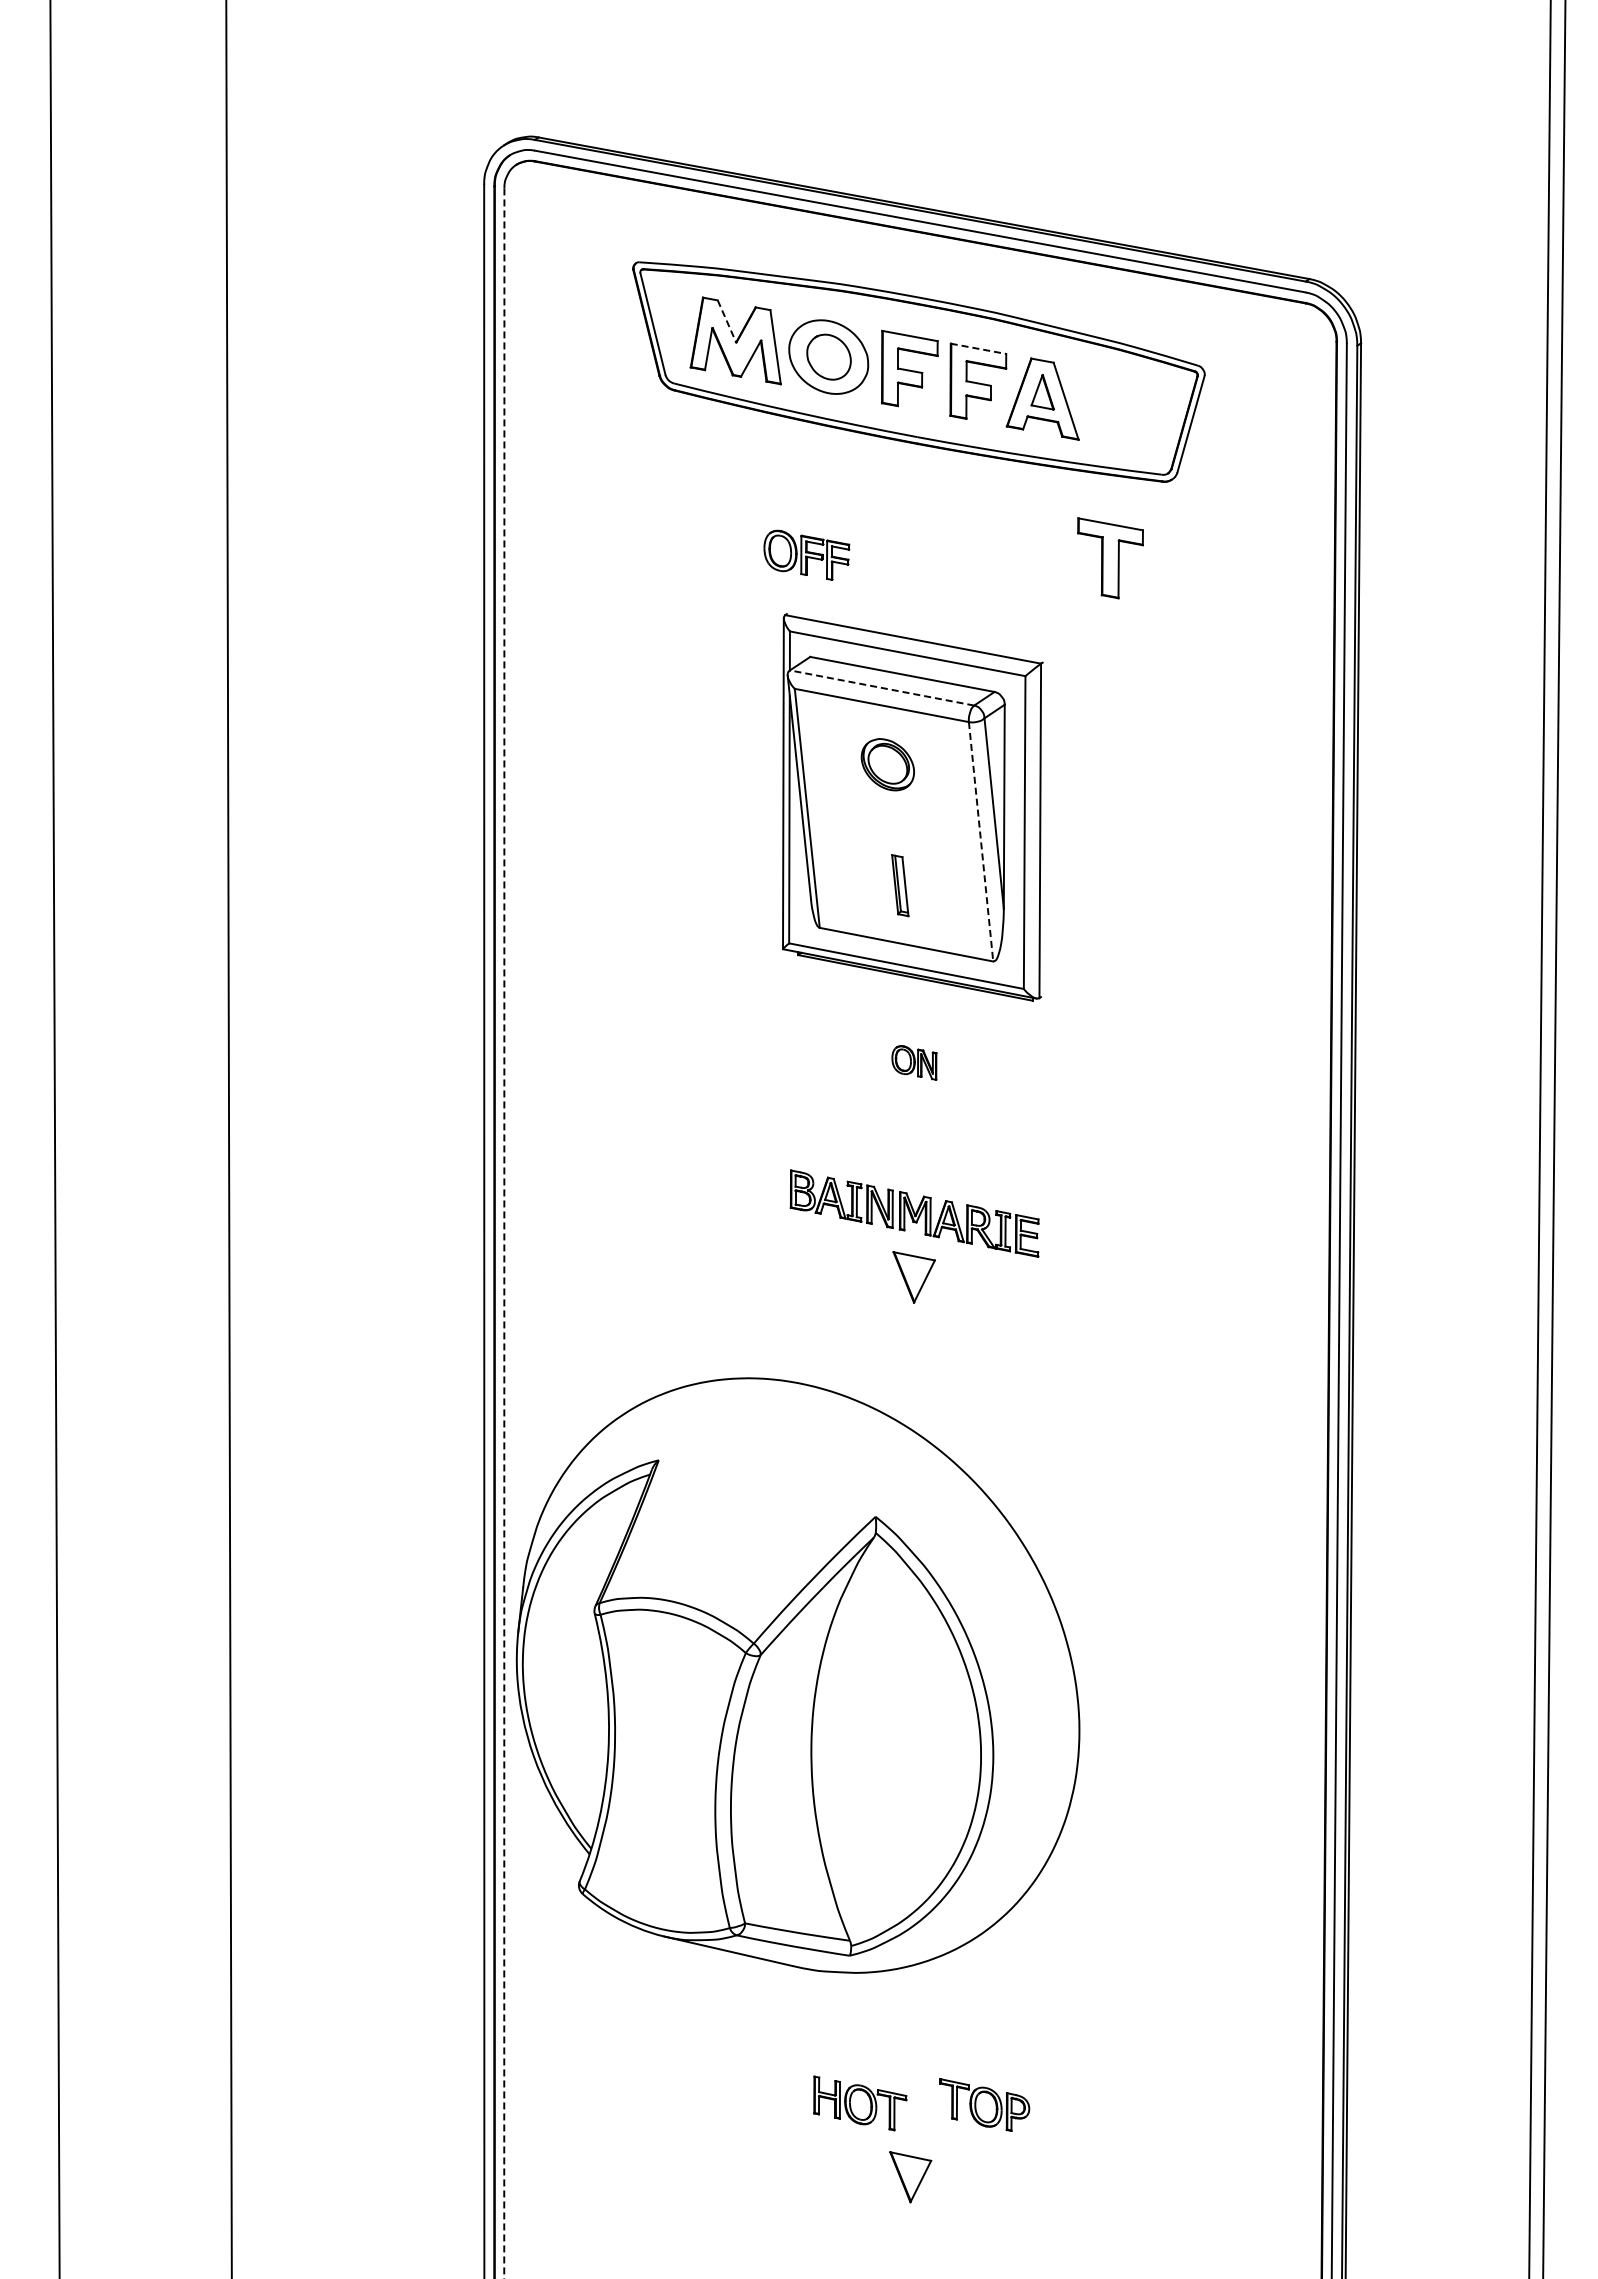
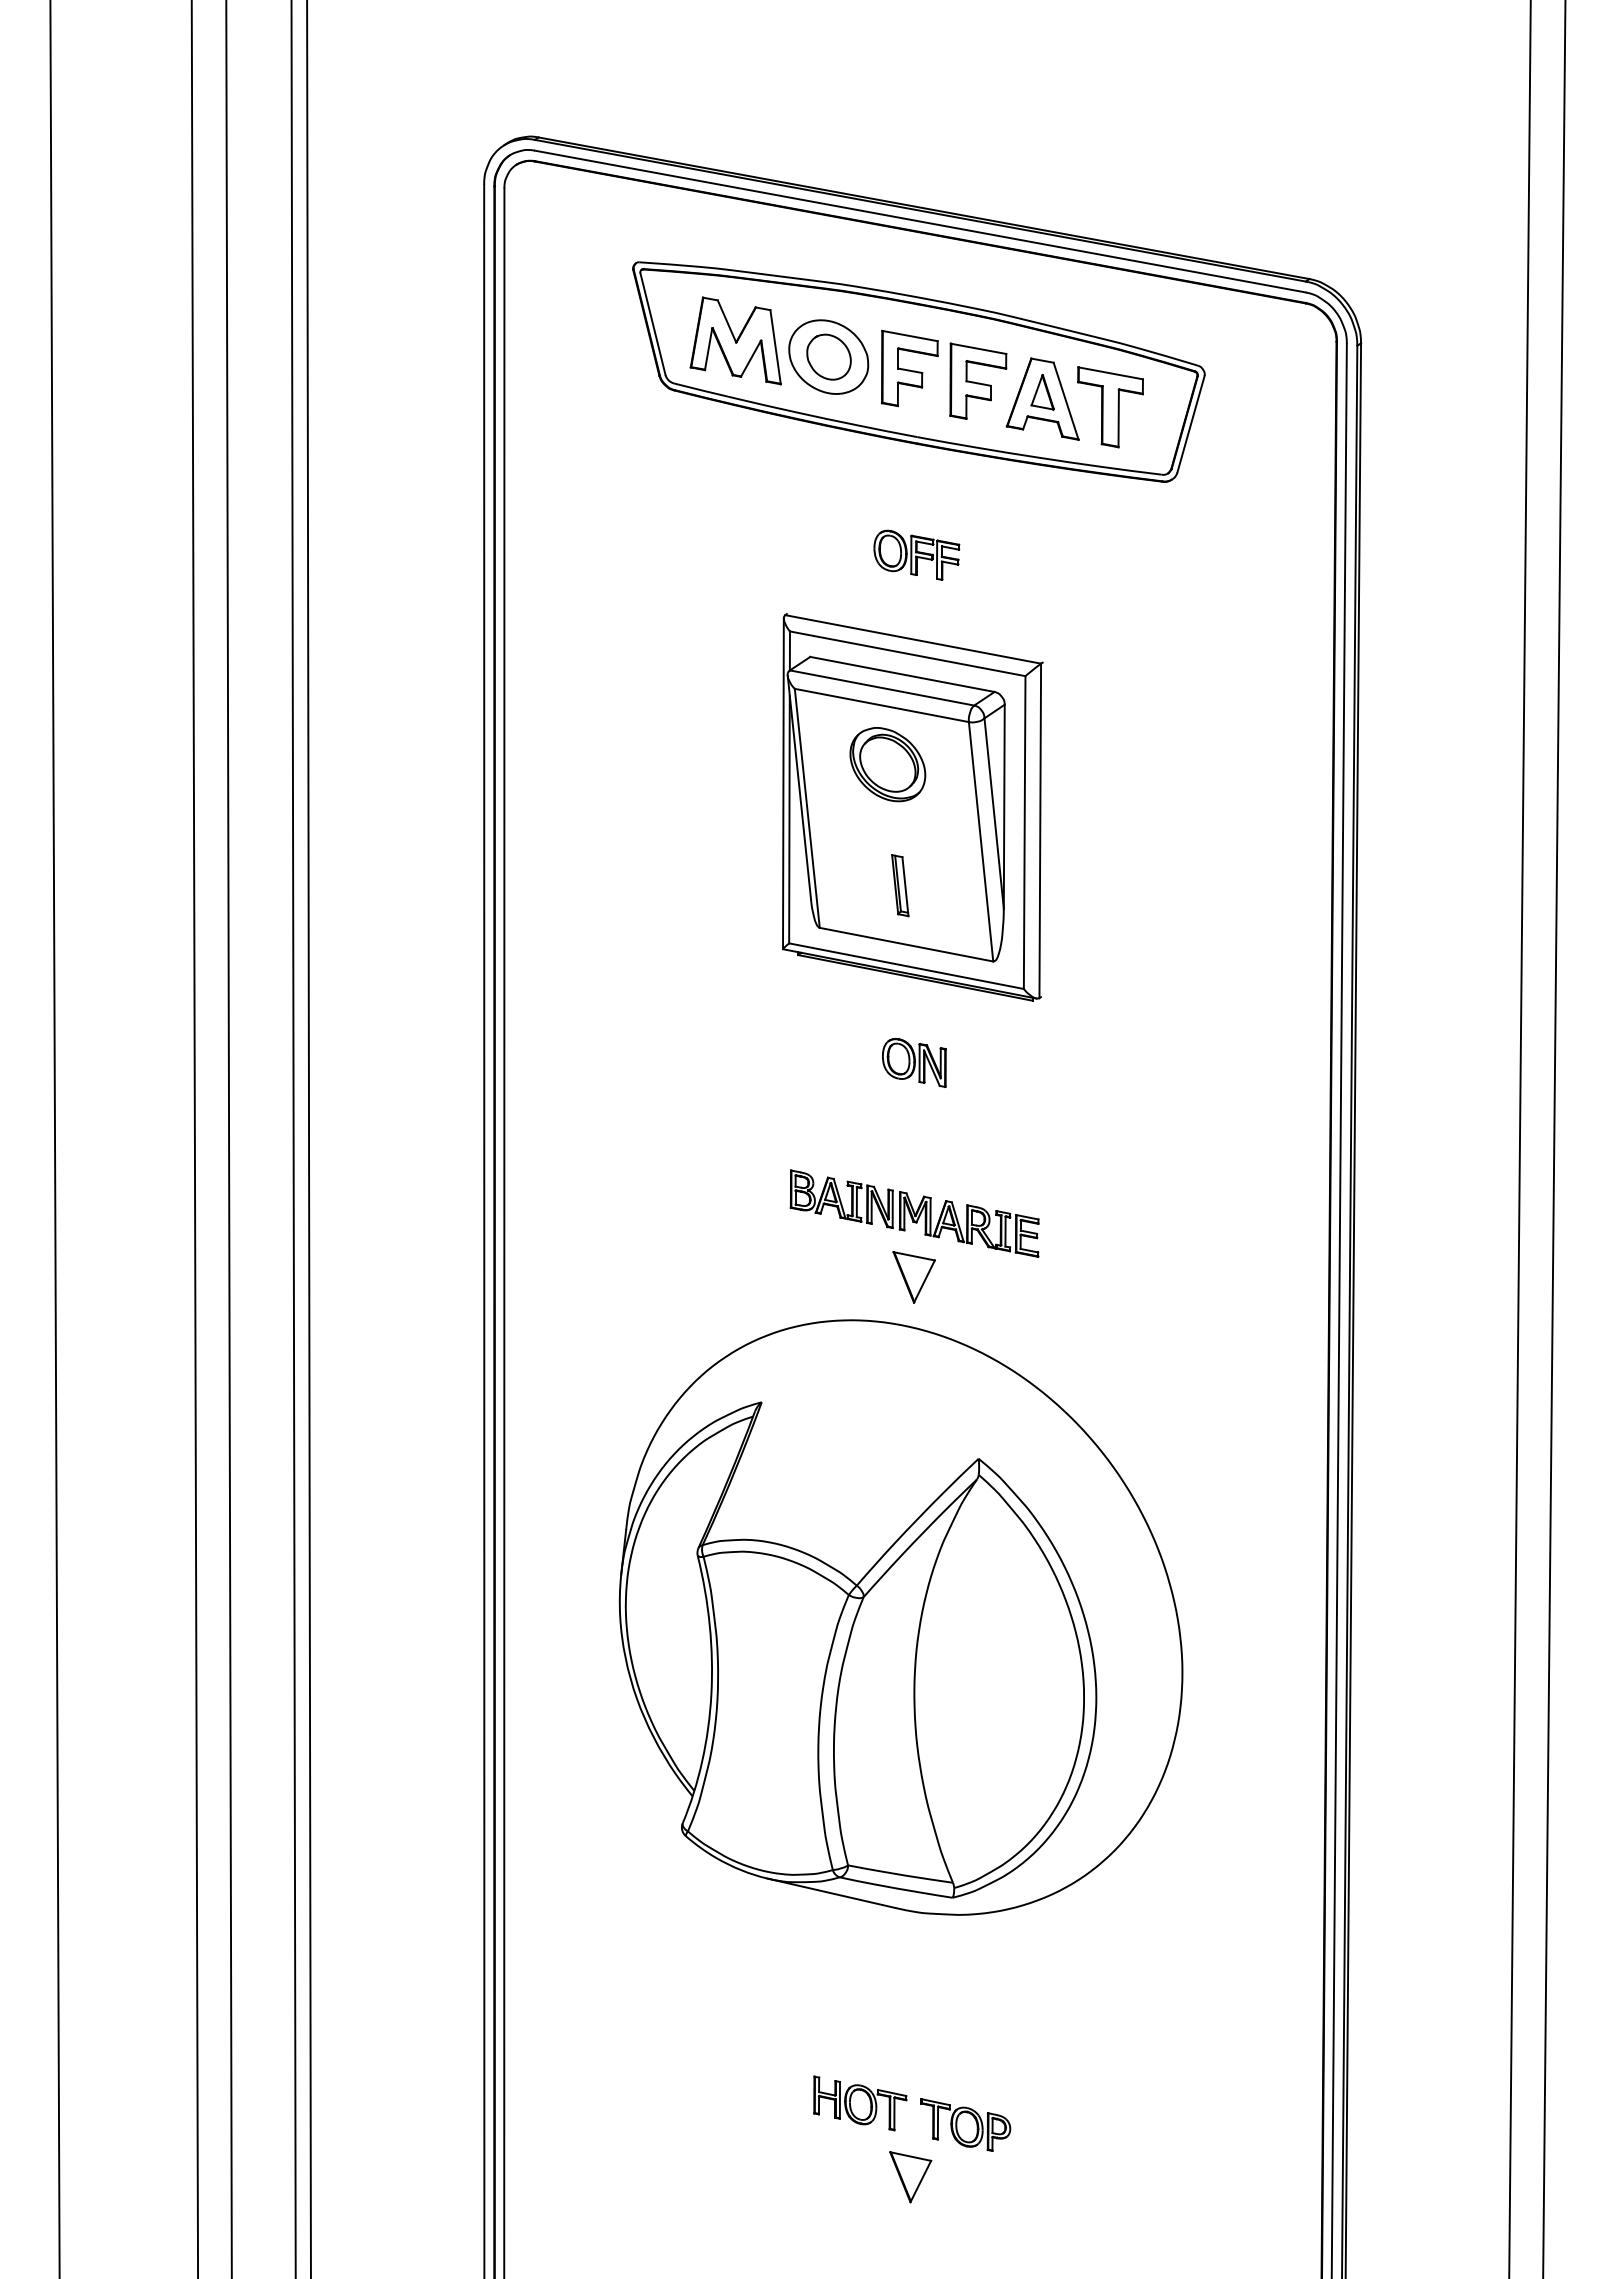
line at (726, 321): dashed -> solid
line at (978, 348): dashed -> solid
part at (806, 554) position: (806, 554) -> (916, 554)
part at (1110, 558) position: (1110, 558) -> (1110, 407)
line at (882, 687): dashed -> solid
part at (887, 764) size: 55x54 px -> 78x76 px
line at (981, 842): dashed -> solid
part at (914, 1062) size: 47x36 px -> 65x50 px
line at (194, 1138): none -> present
line at (293, 1138): none -> present
line at (308, 1138): none -> present
line at (1539, 1138) position: (1539, 1138) -> (1519, 1138)
line at (504, 1233): dashed -> solid
part at (797, 1675) position: (797, 1675) -> (900, 1617)
part at (984, 2104) position: (984, 2104) -> (965, 2124)
